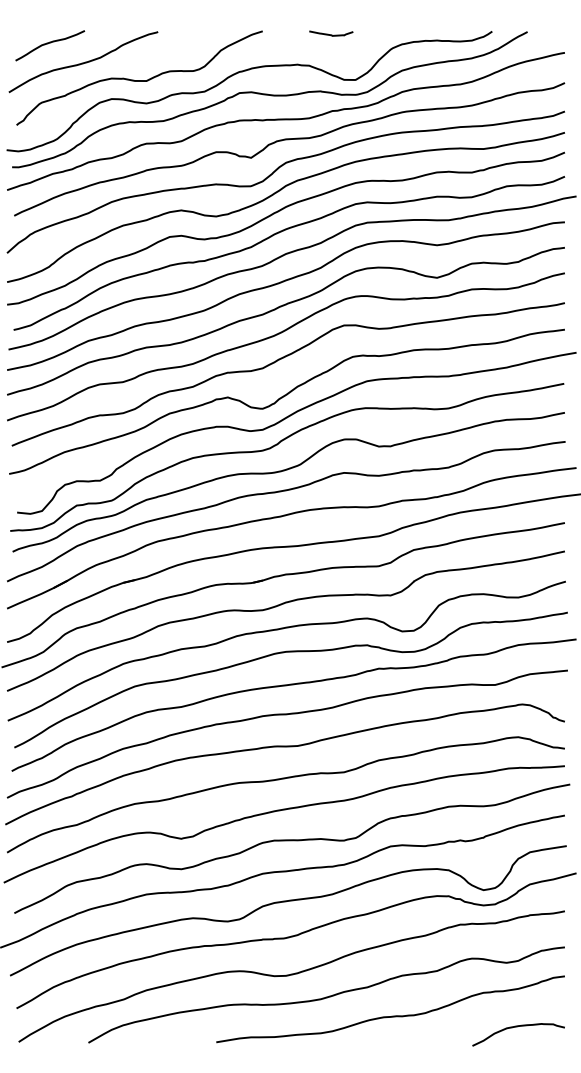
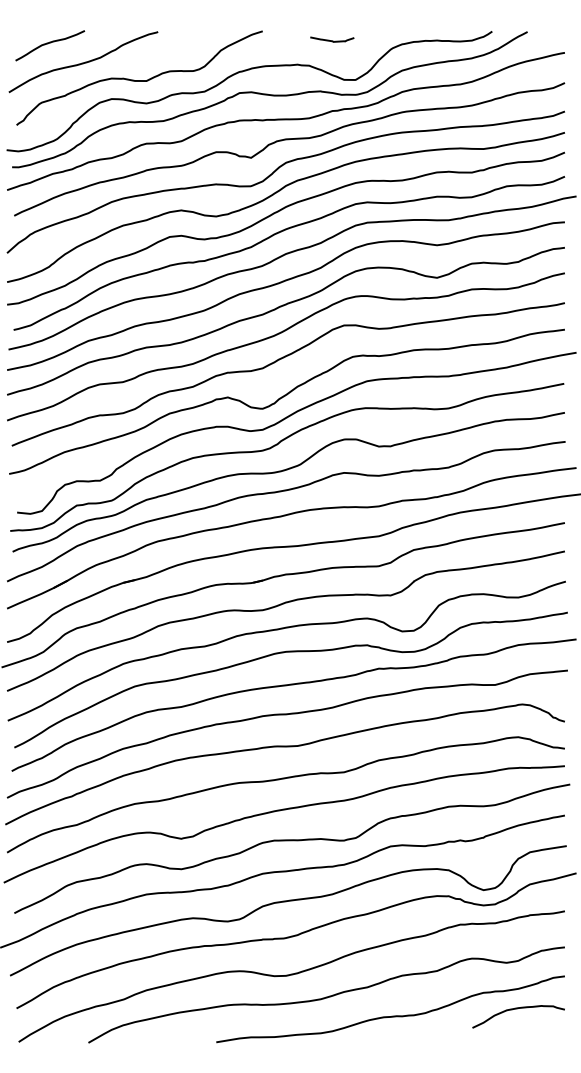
curve at (331, 34) position: (331, 34) -> (332, 40)
curve at (517, 1027) position: (517, 1027) -> (517, 1009)
